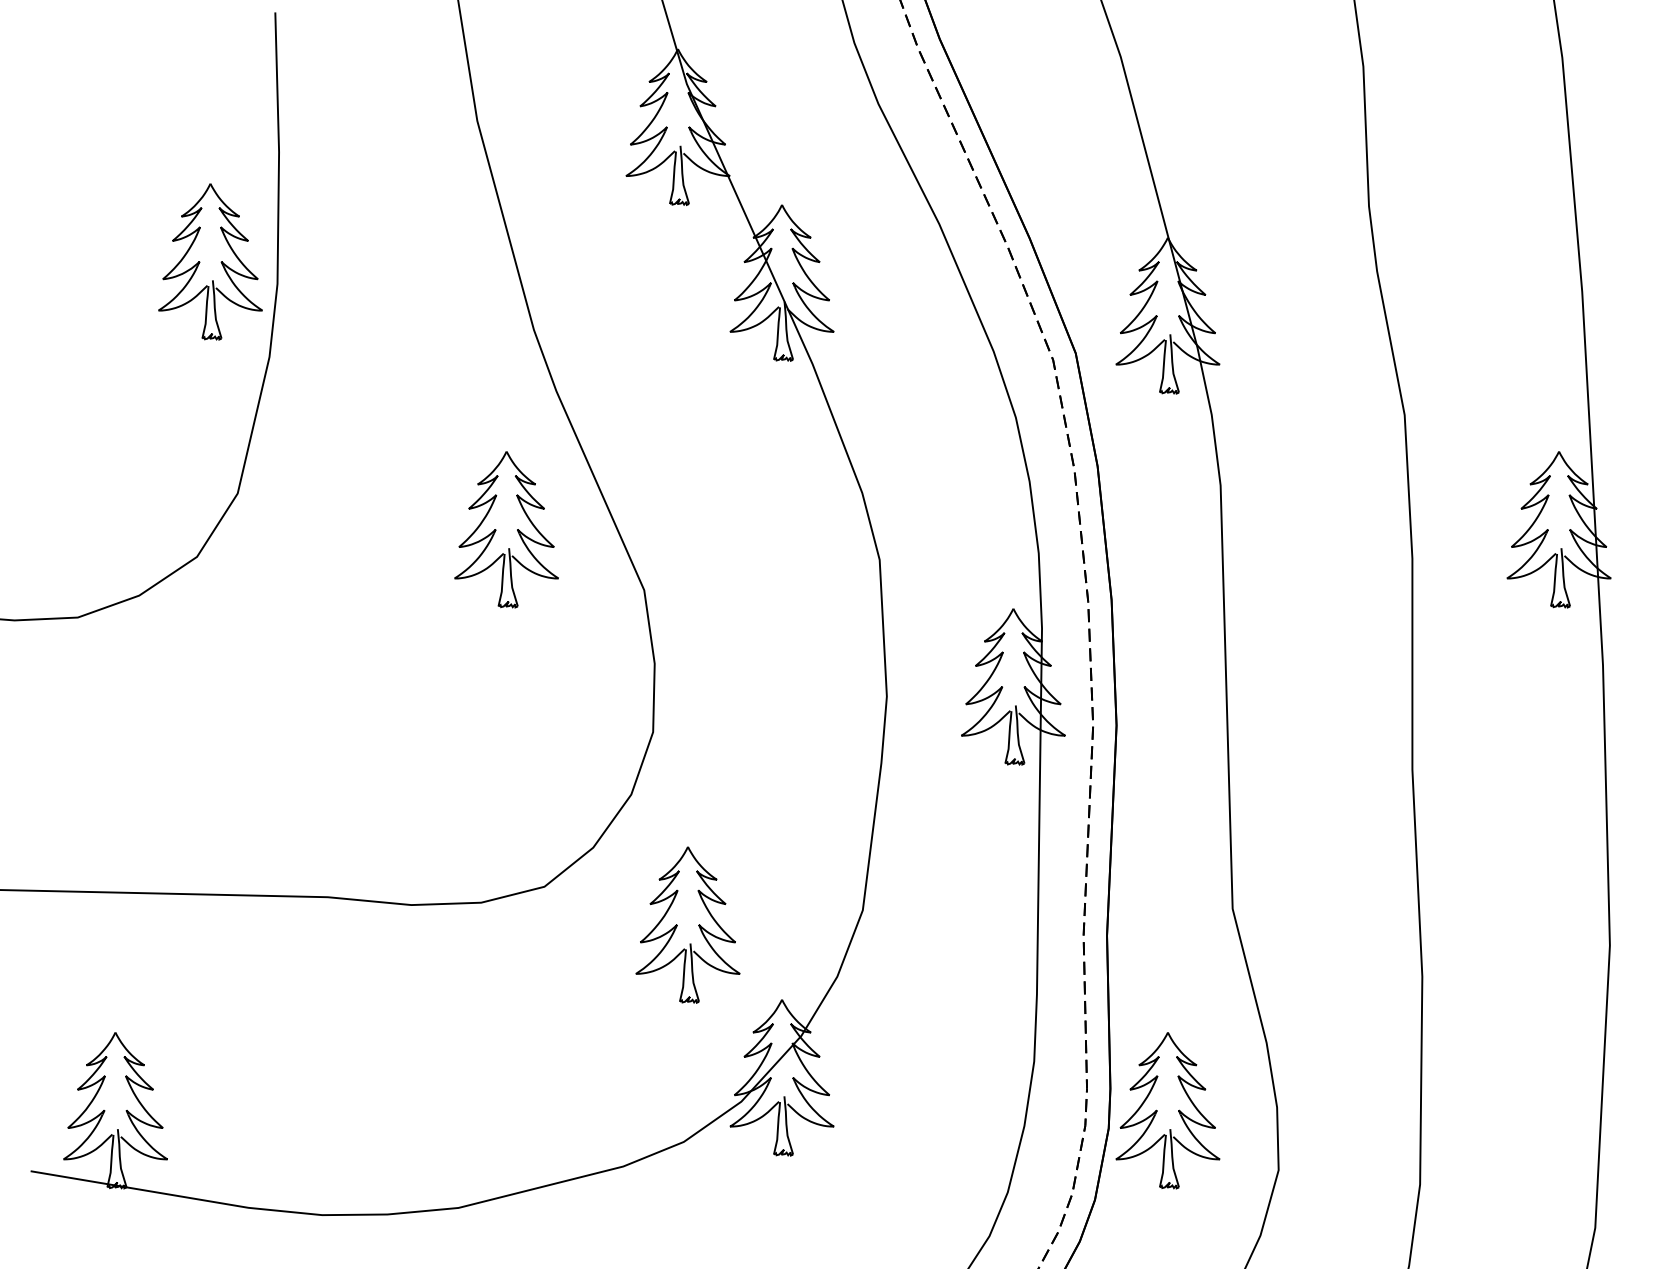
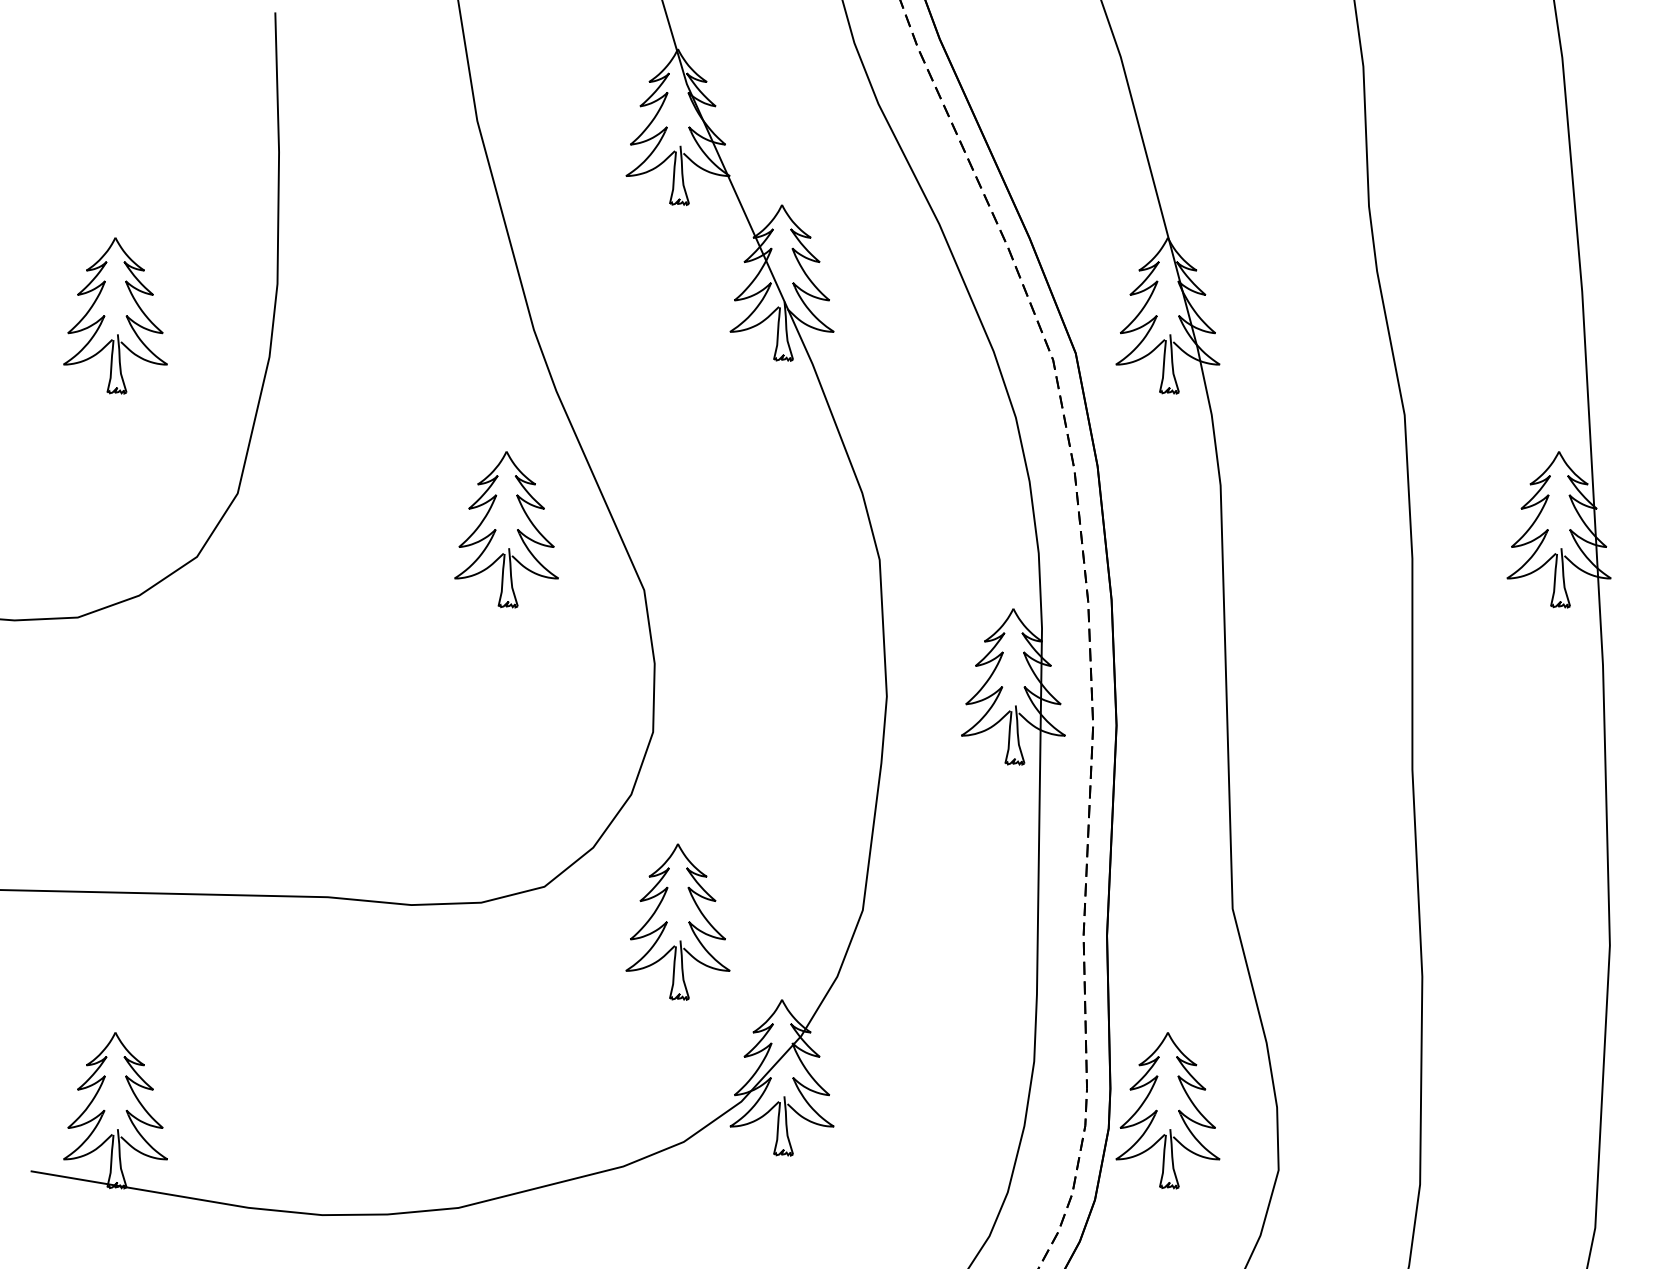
part at (210, 261) position: (210, 261) -> (115, 315)
part at (687, 924) position: (687, 924) -> (677, 921)
